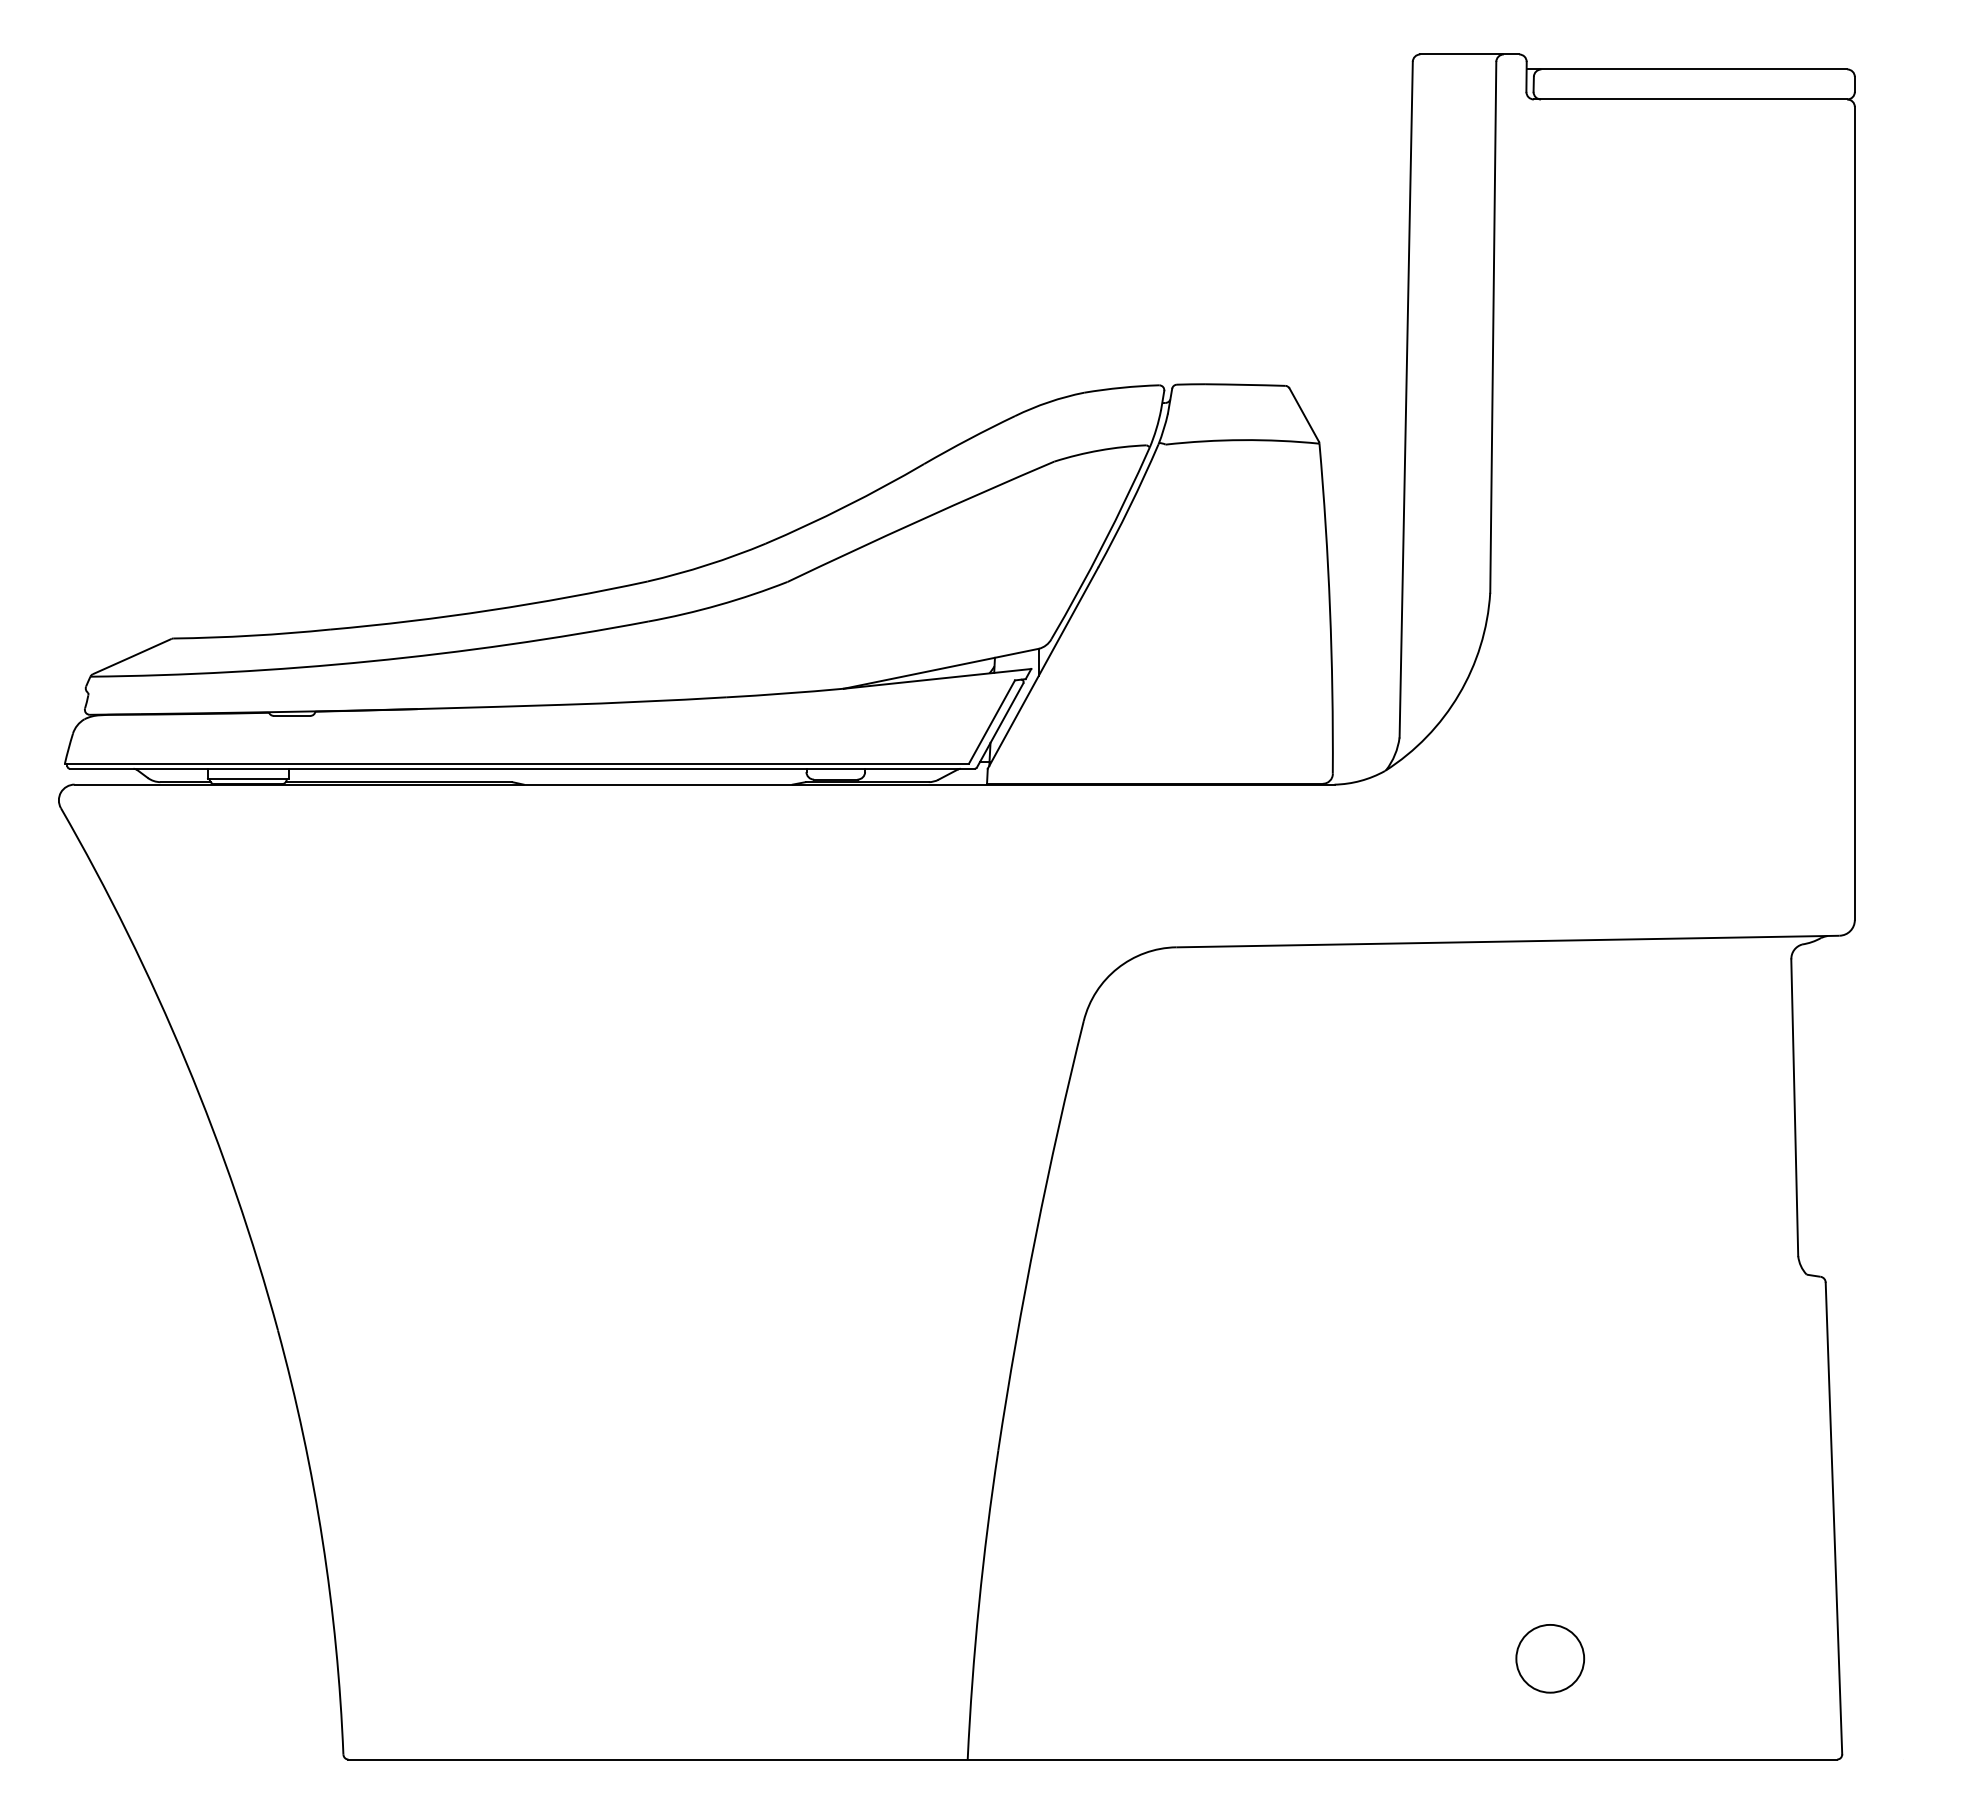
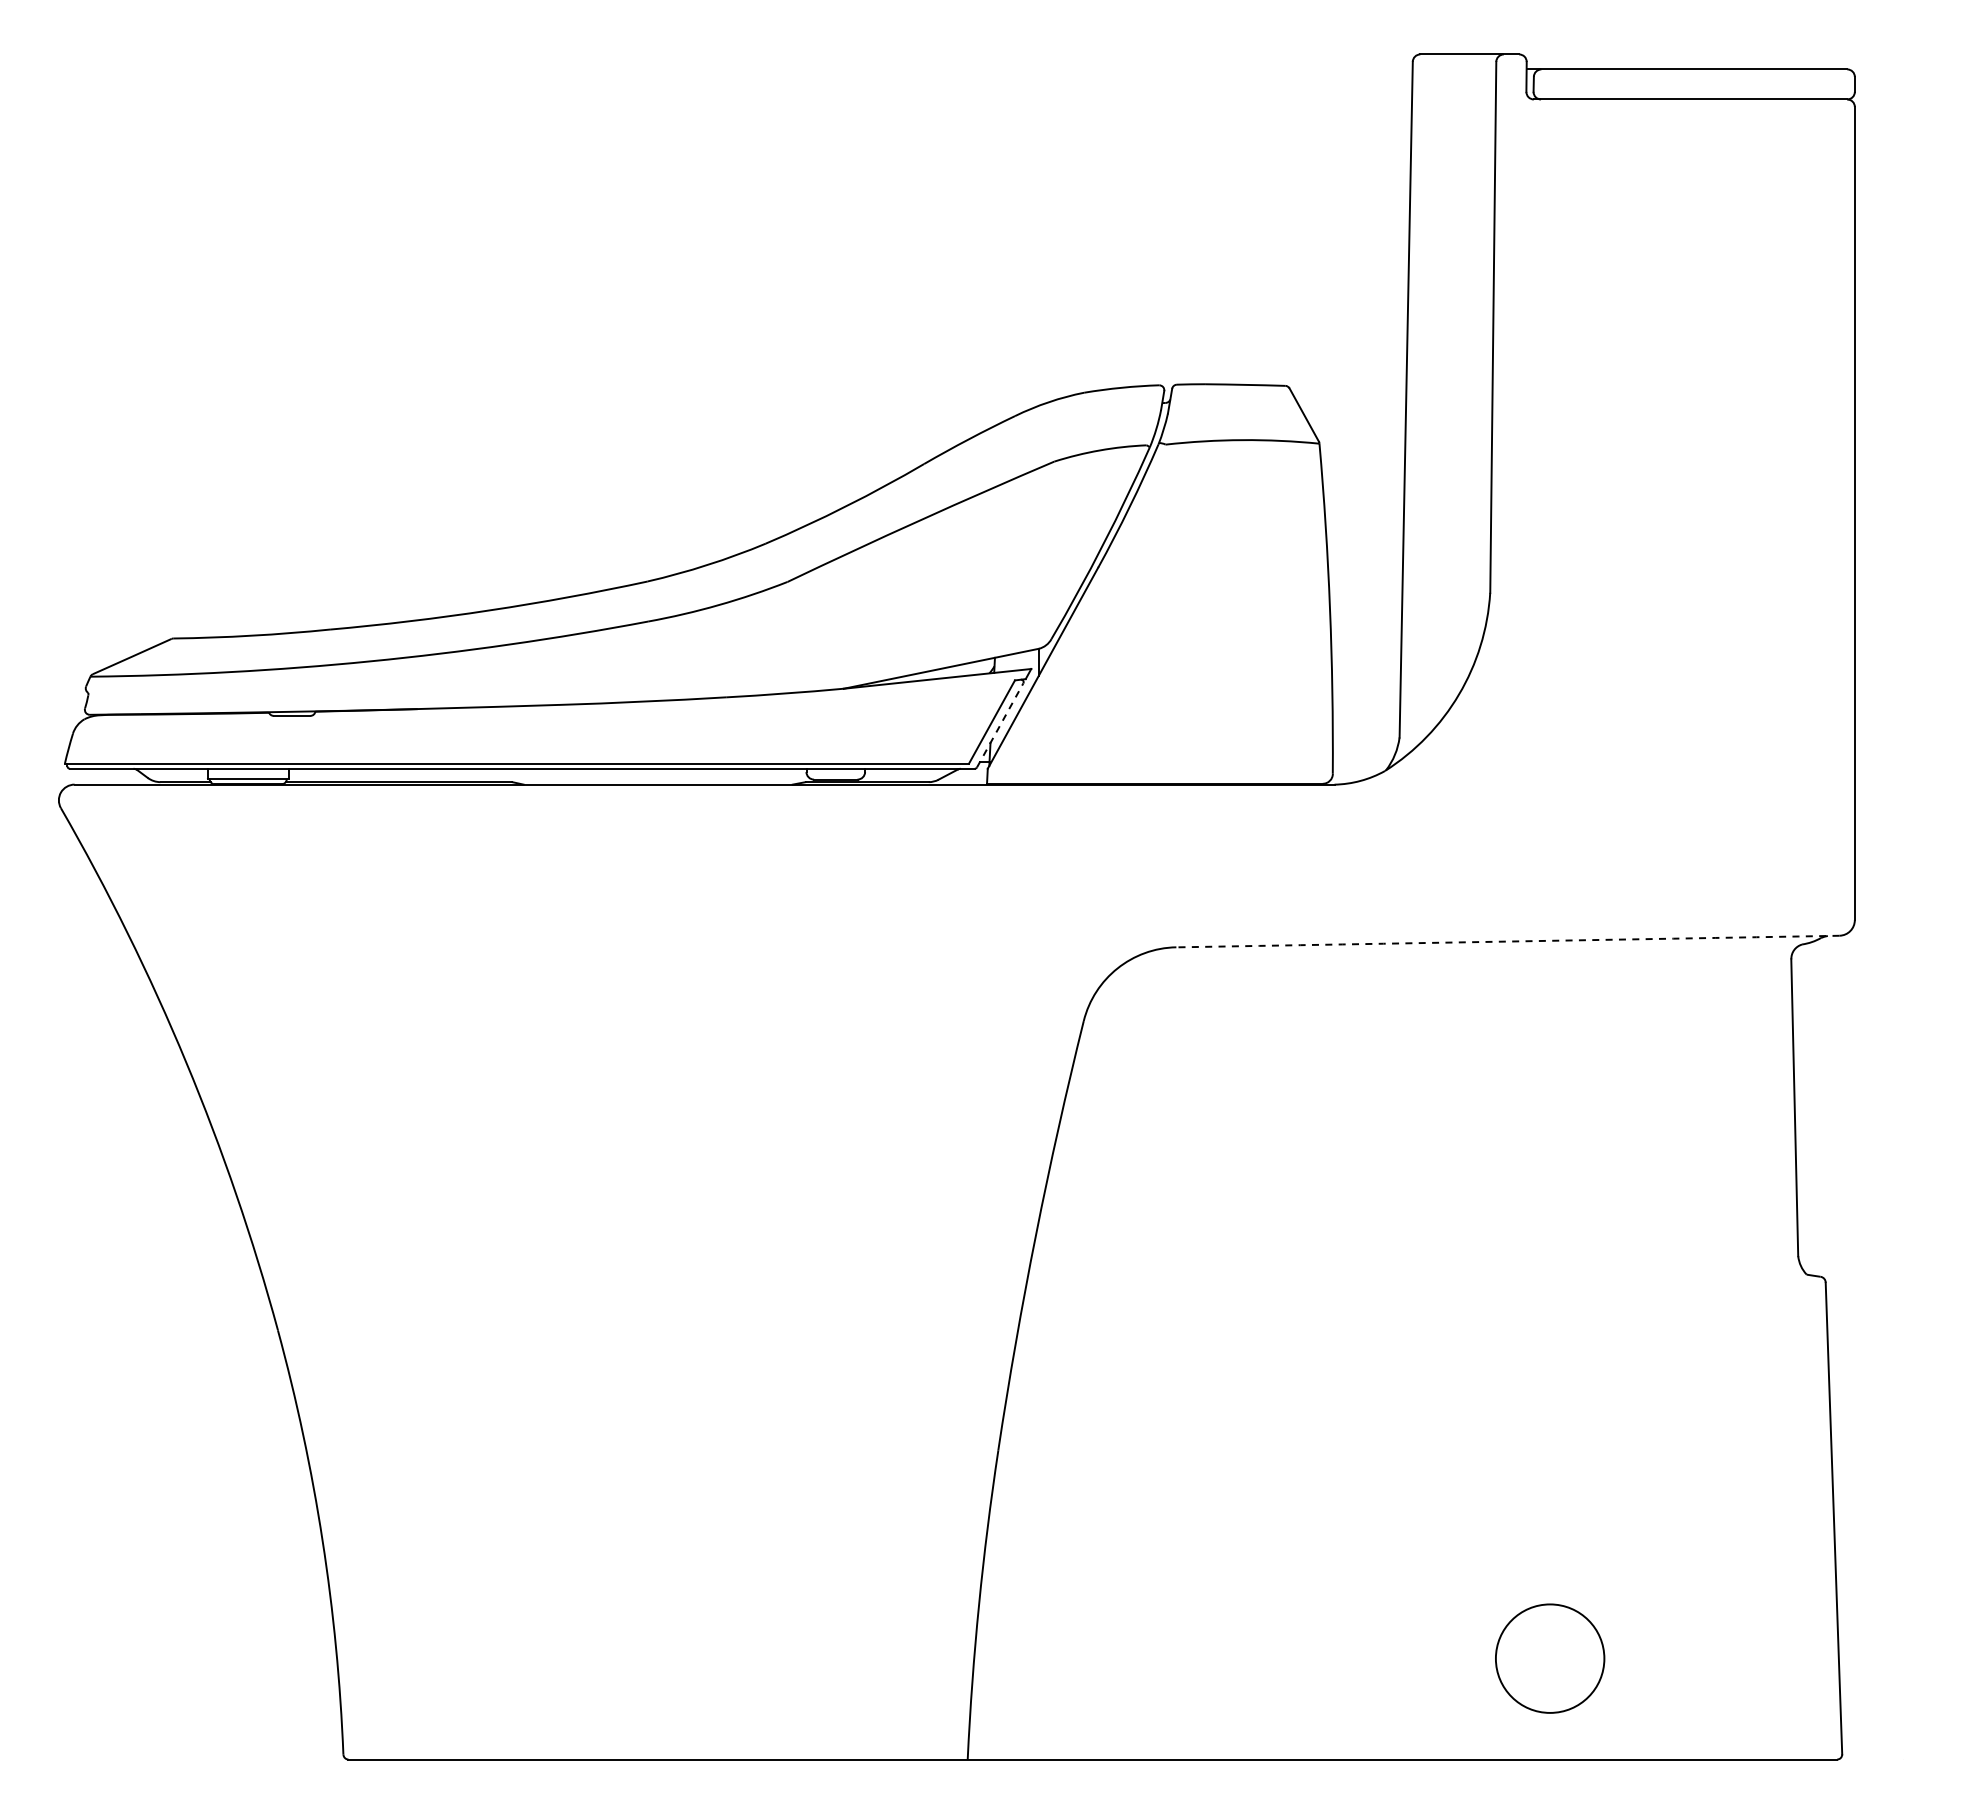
line at (1000, 725): solid -> dashed
arc at (1507, 941): solid -> dashed
circle at (1550, 1658) size: 71x70 px -> 111x111 px
